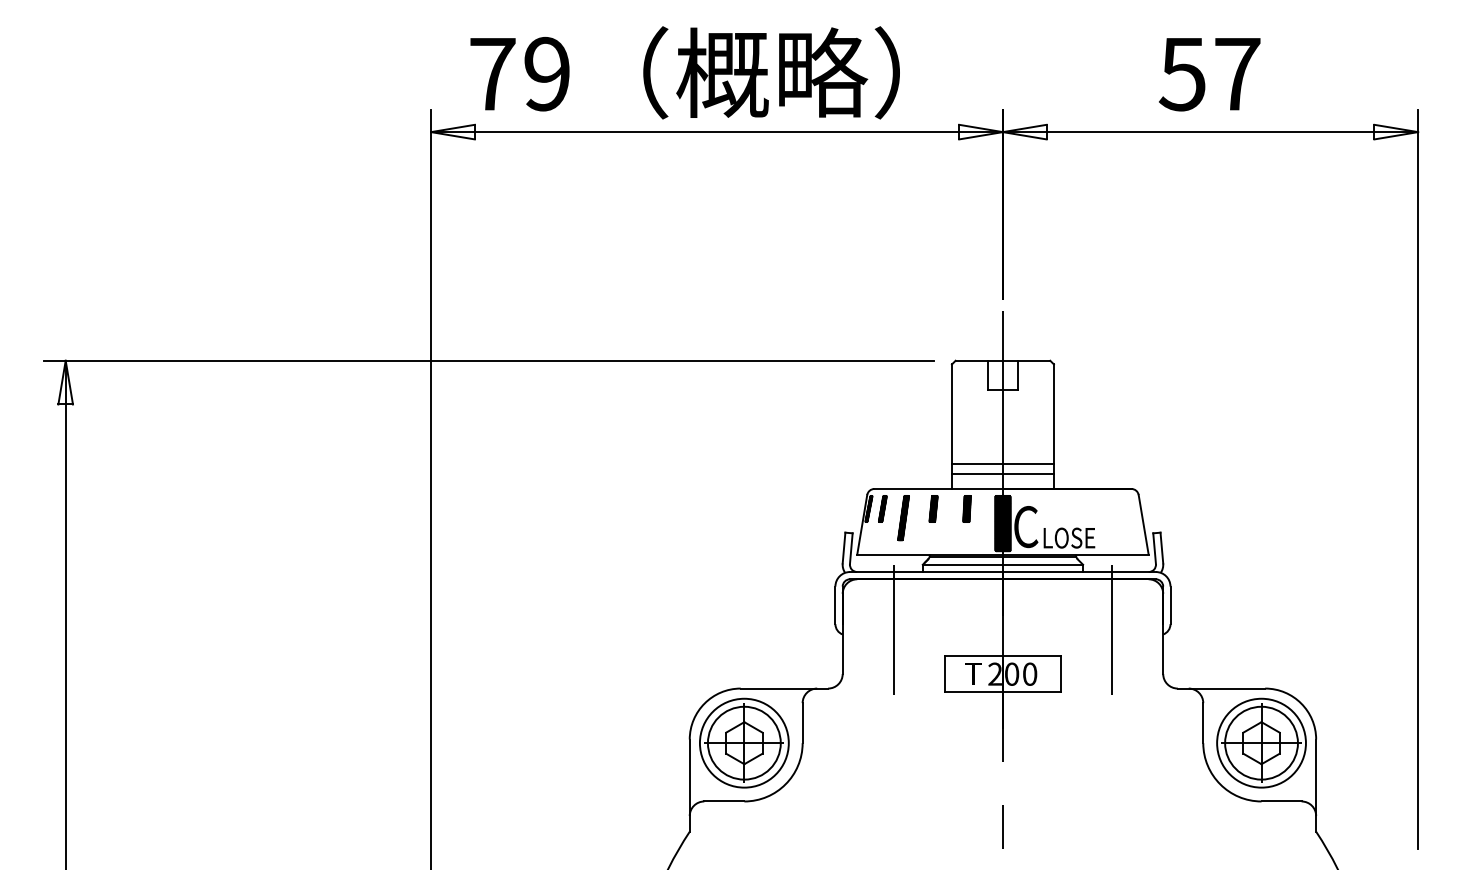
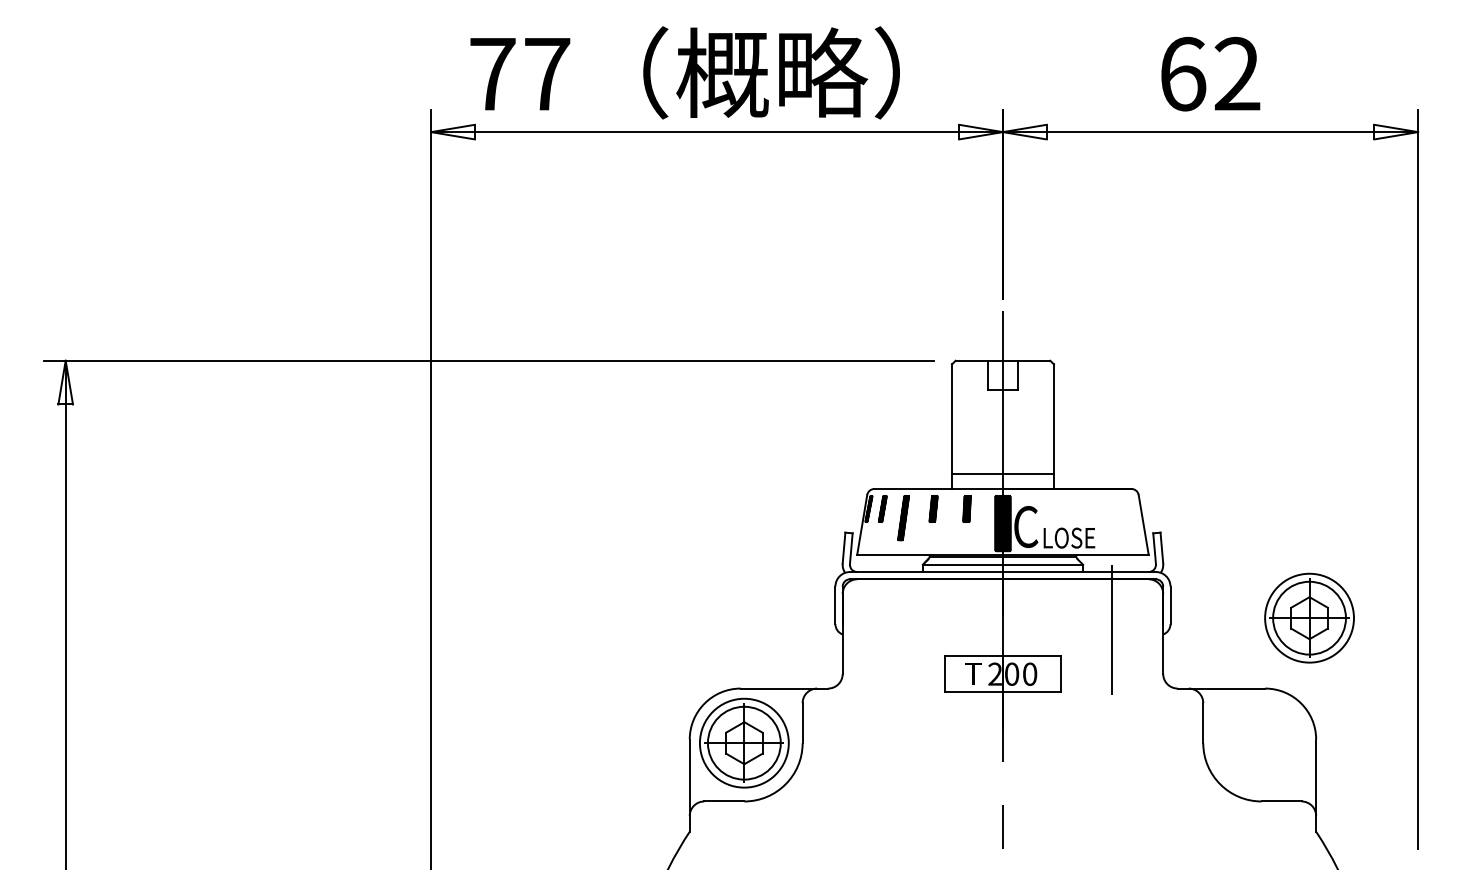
text at (547, 73): 79 -> 77
text at (1209, 73): 57 -> 62
line at (1002, 463): present -> none
line at (893, 629): present -> none
part at (1261, 742) position: (1261, 742) -> (1309, 617)
